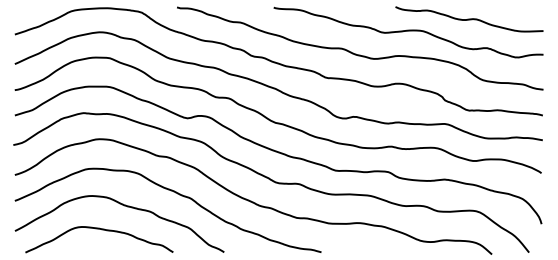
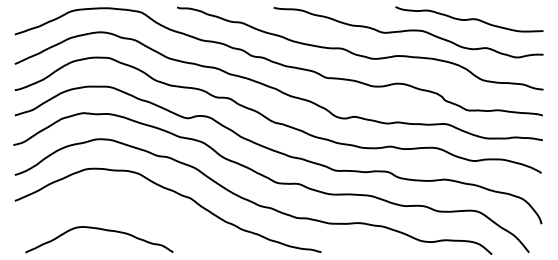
curve at (124, 206): present -> none
